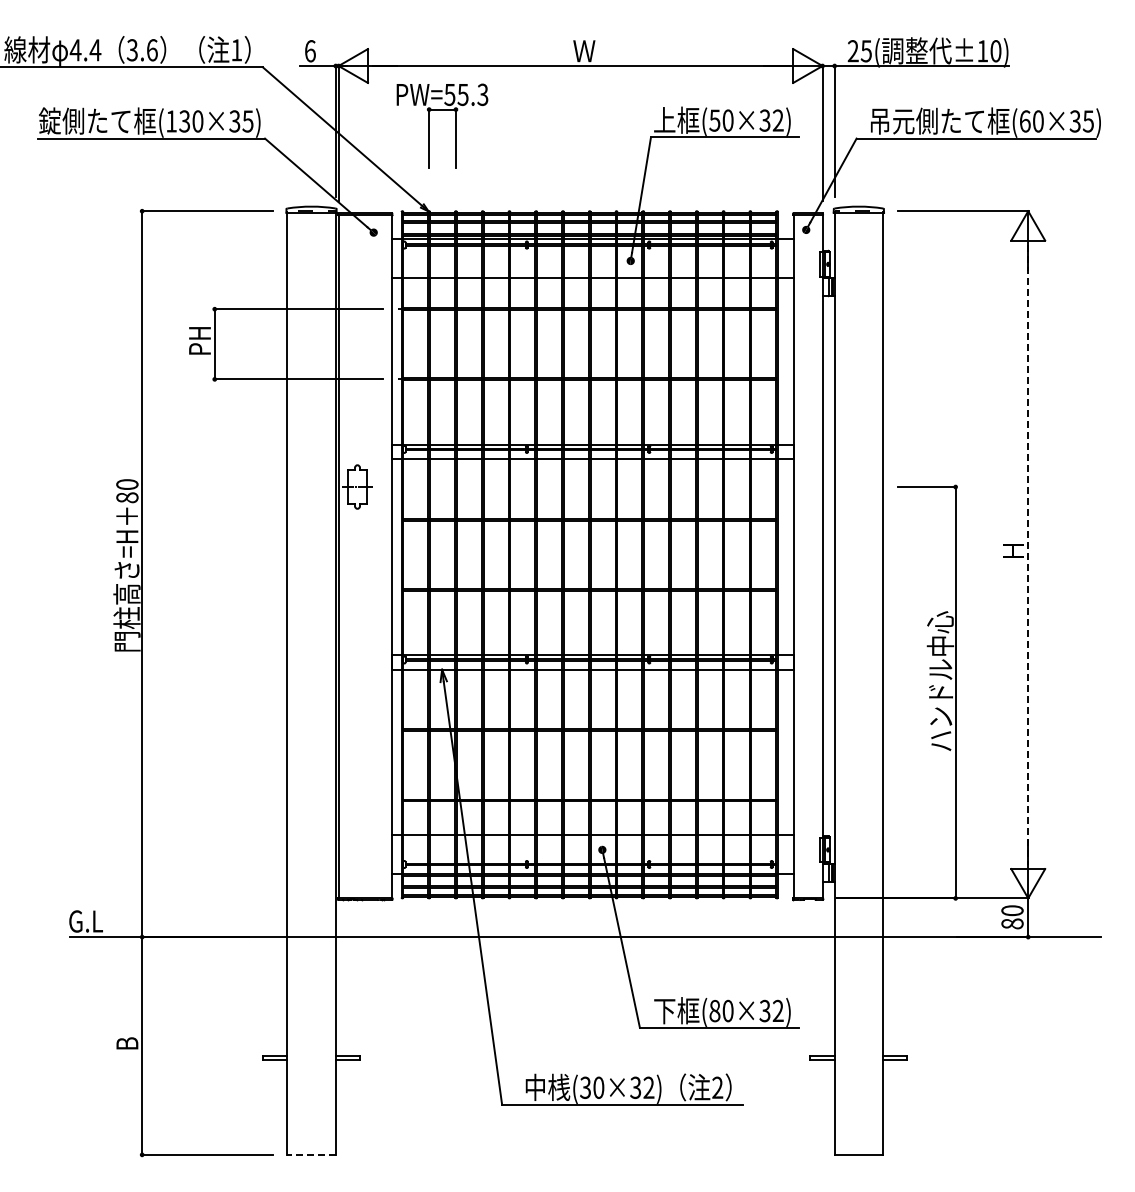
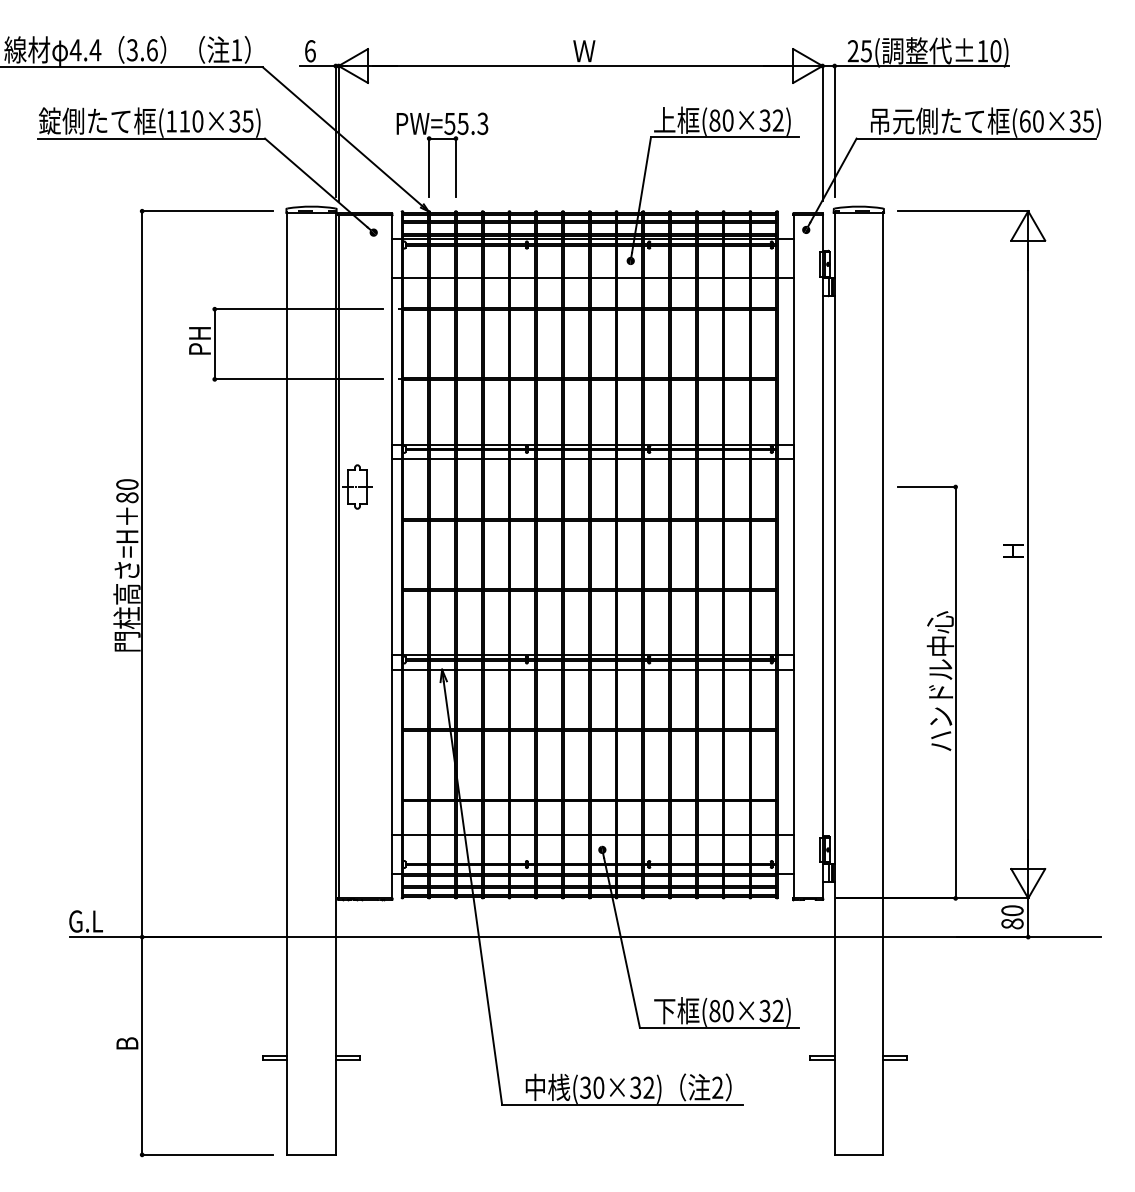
text at (714, 120): (50×32) -> (80×32)
text at (184, 121): (130×35) -> (110×35)
part at (429, 125) position: (429, 125) -> (429, 154)
line at (1028, 554): dashed -> solid
line at (311, 1154): dashed -> solid
